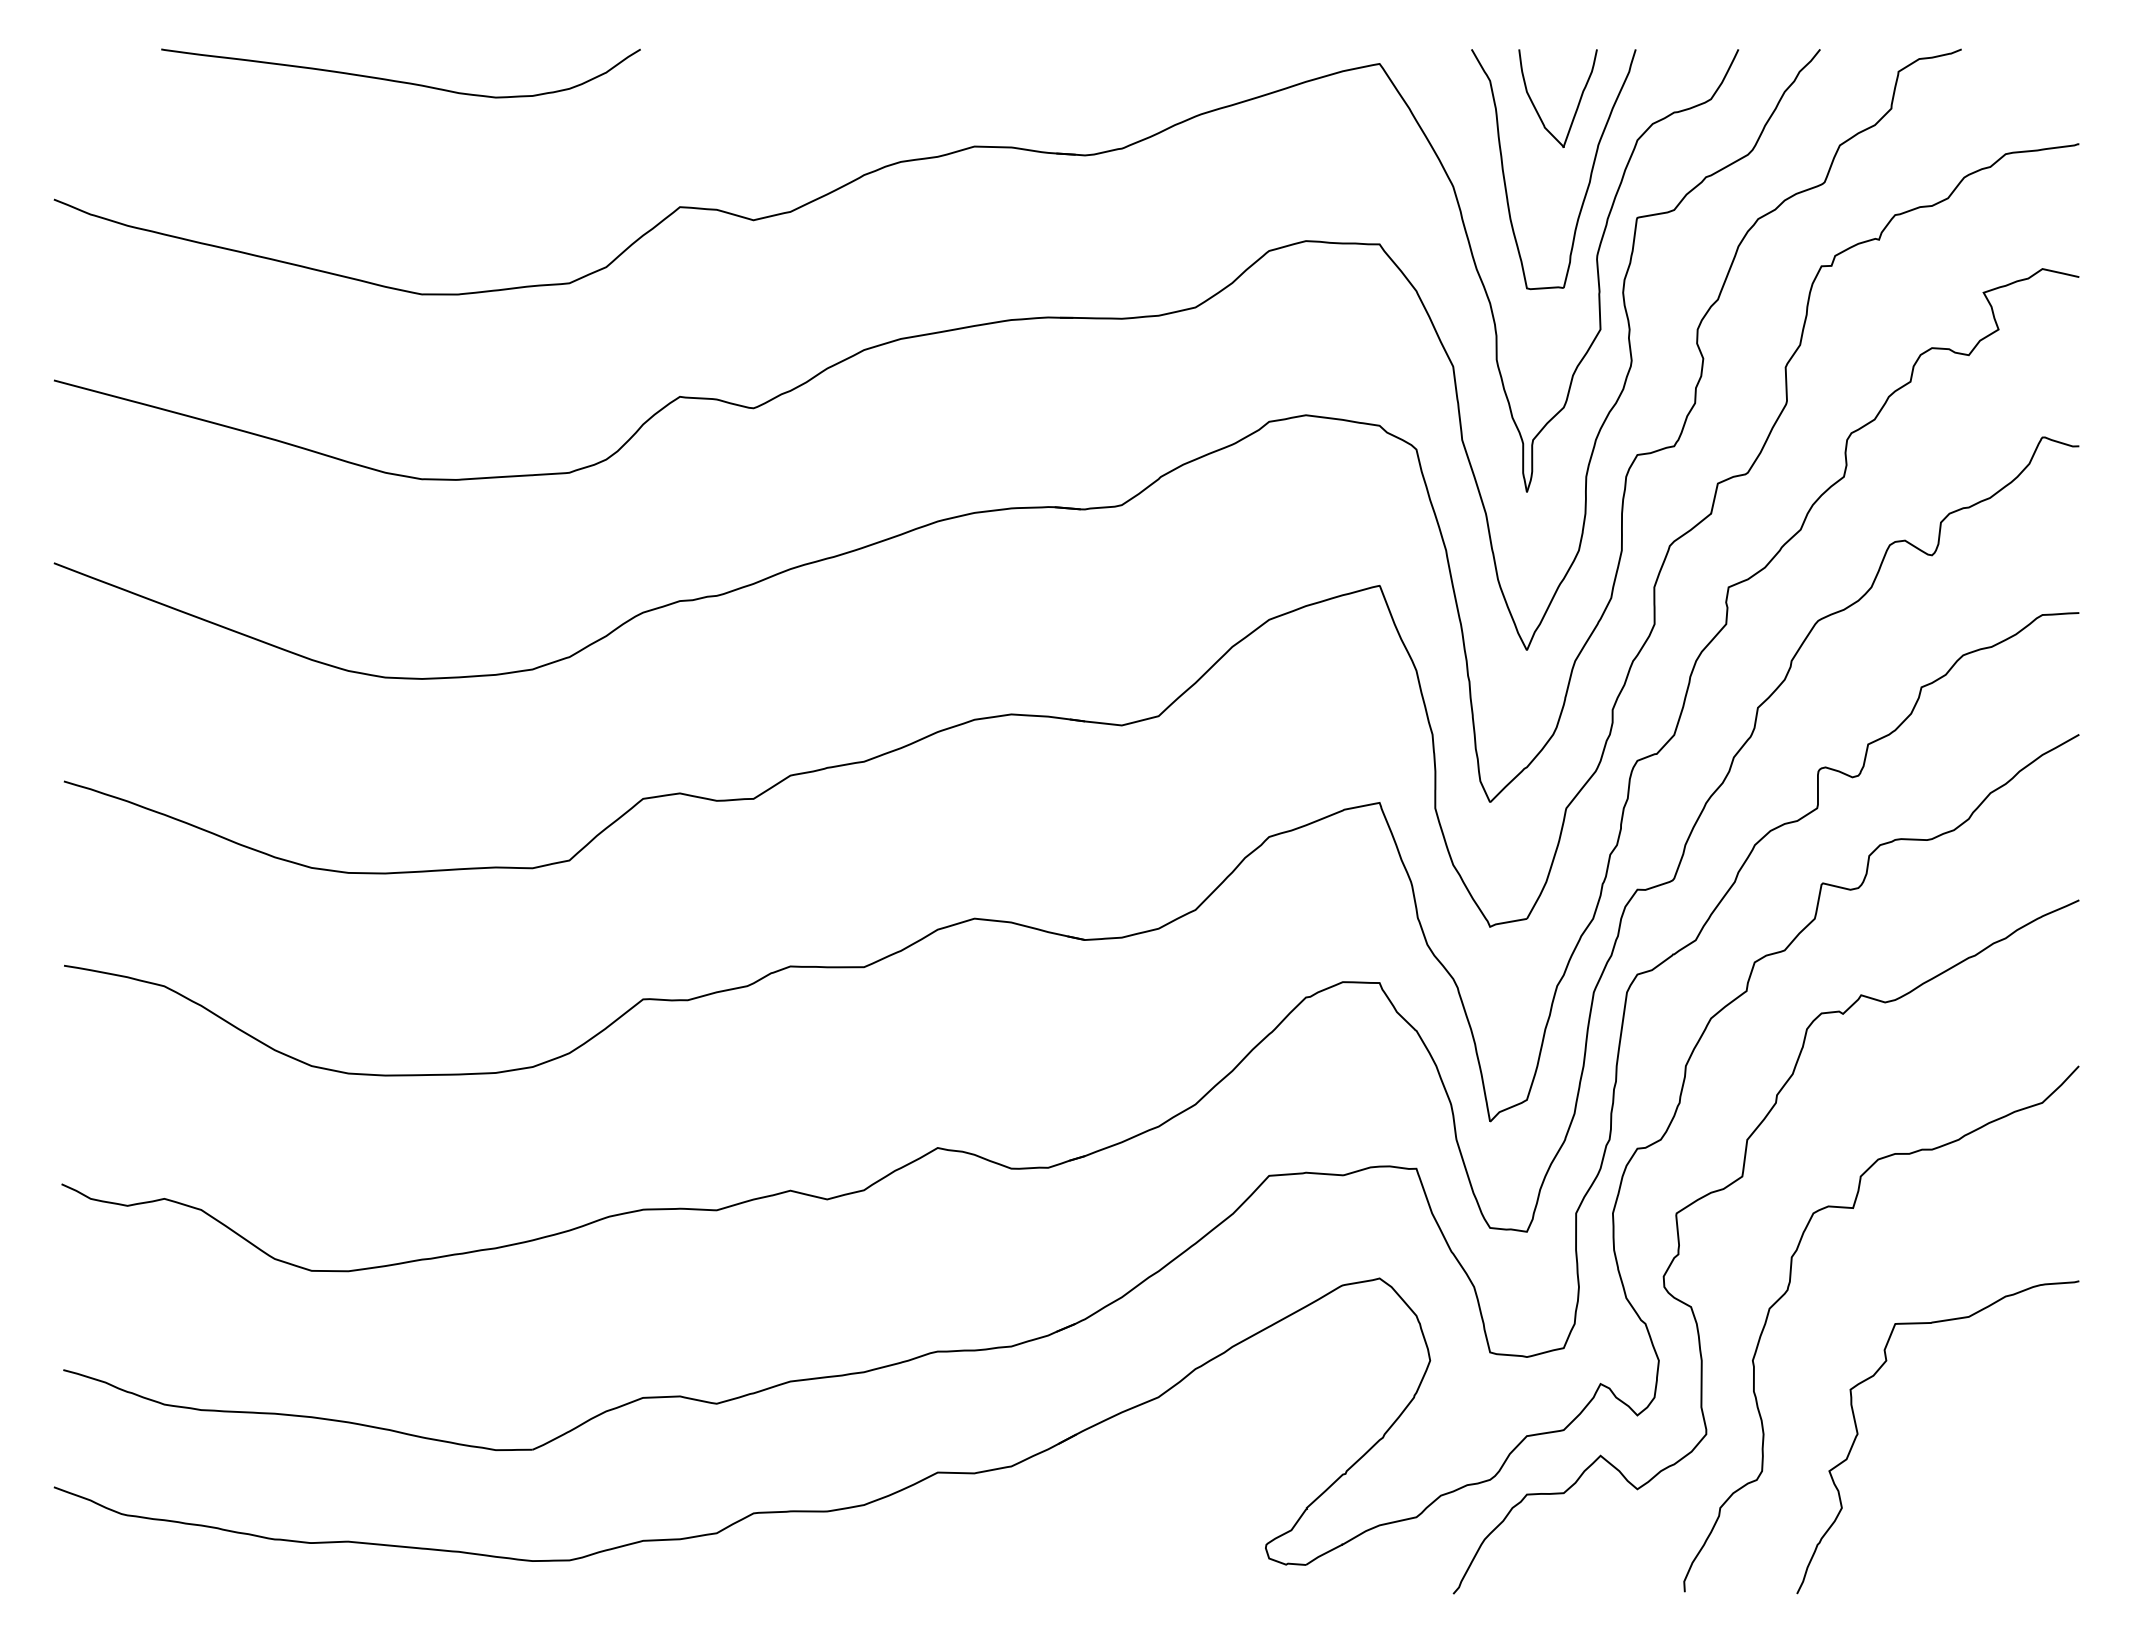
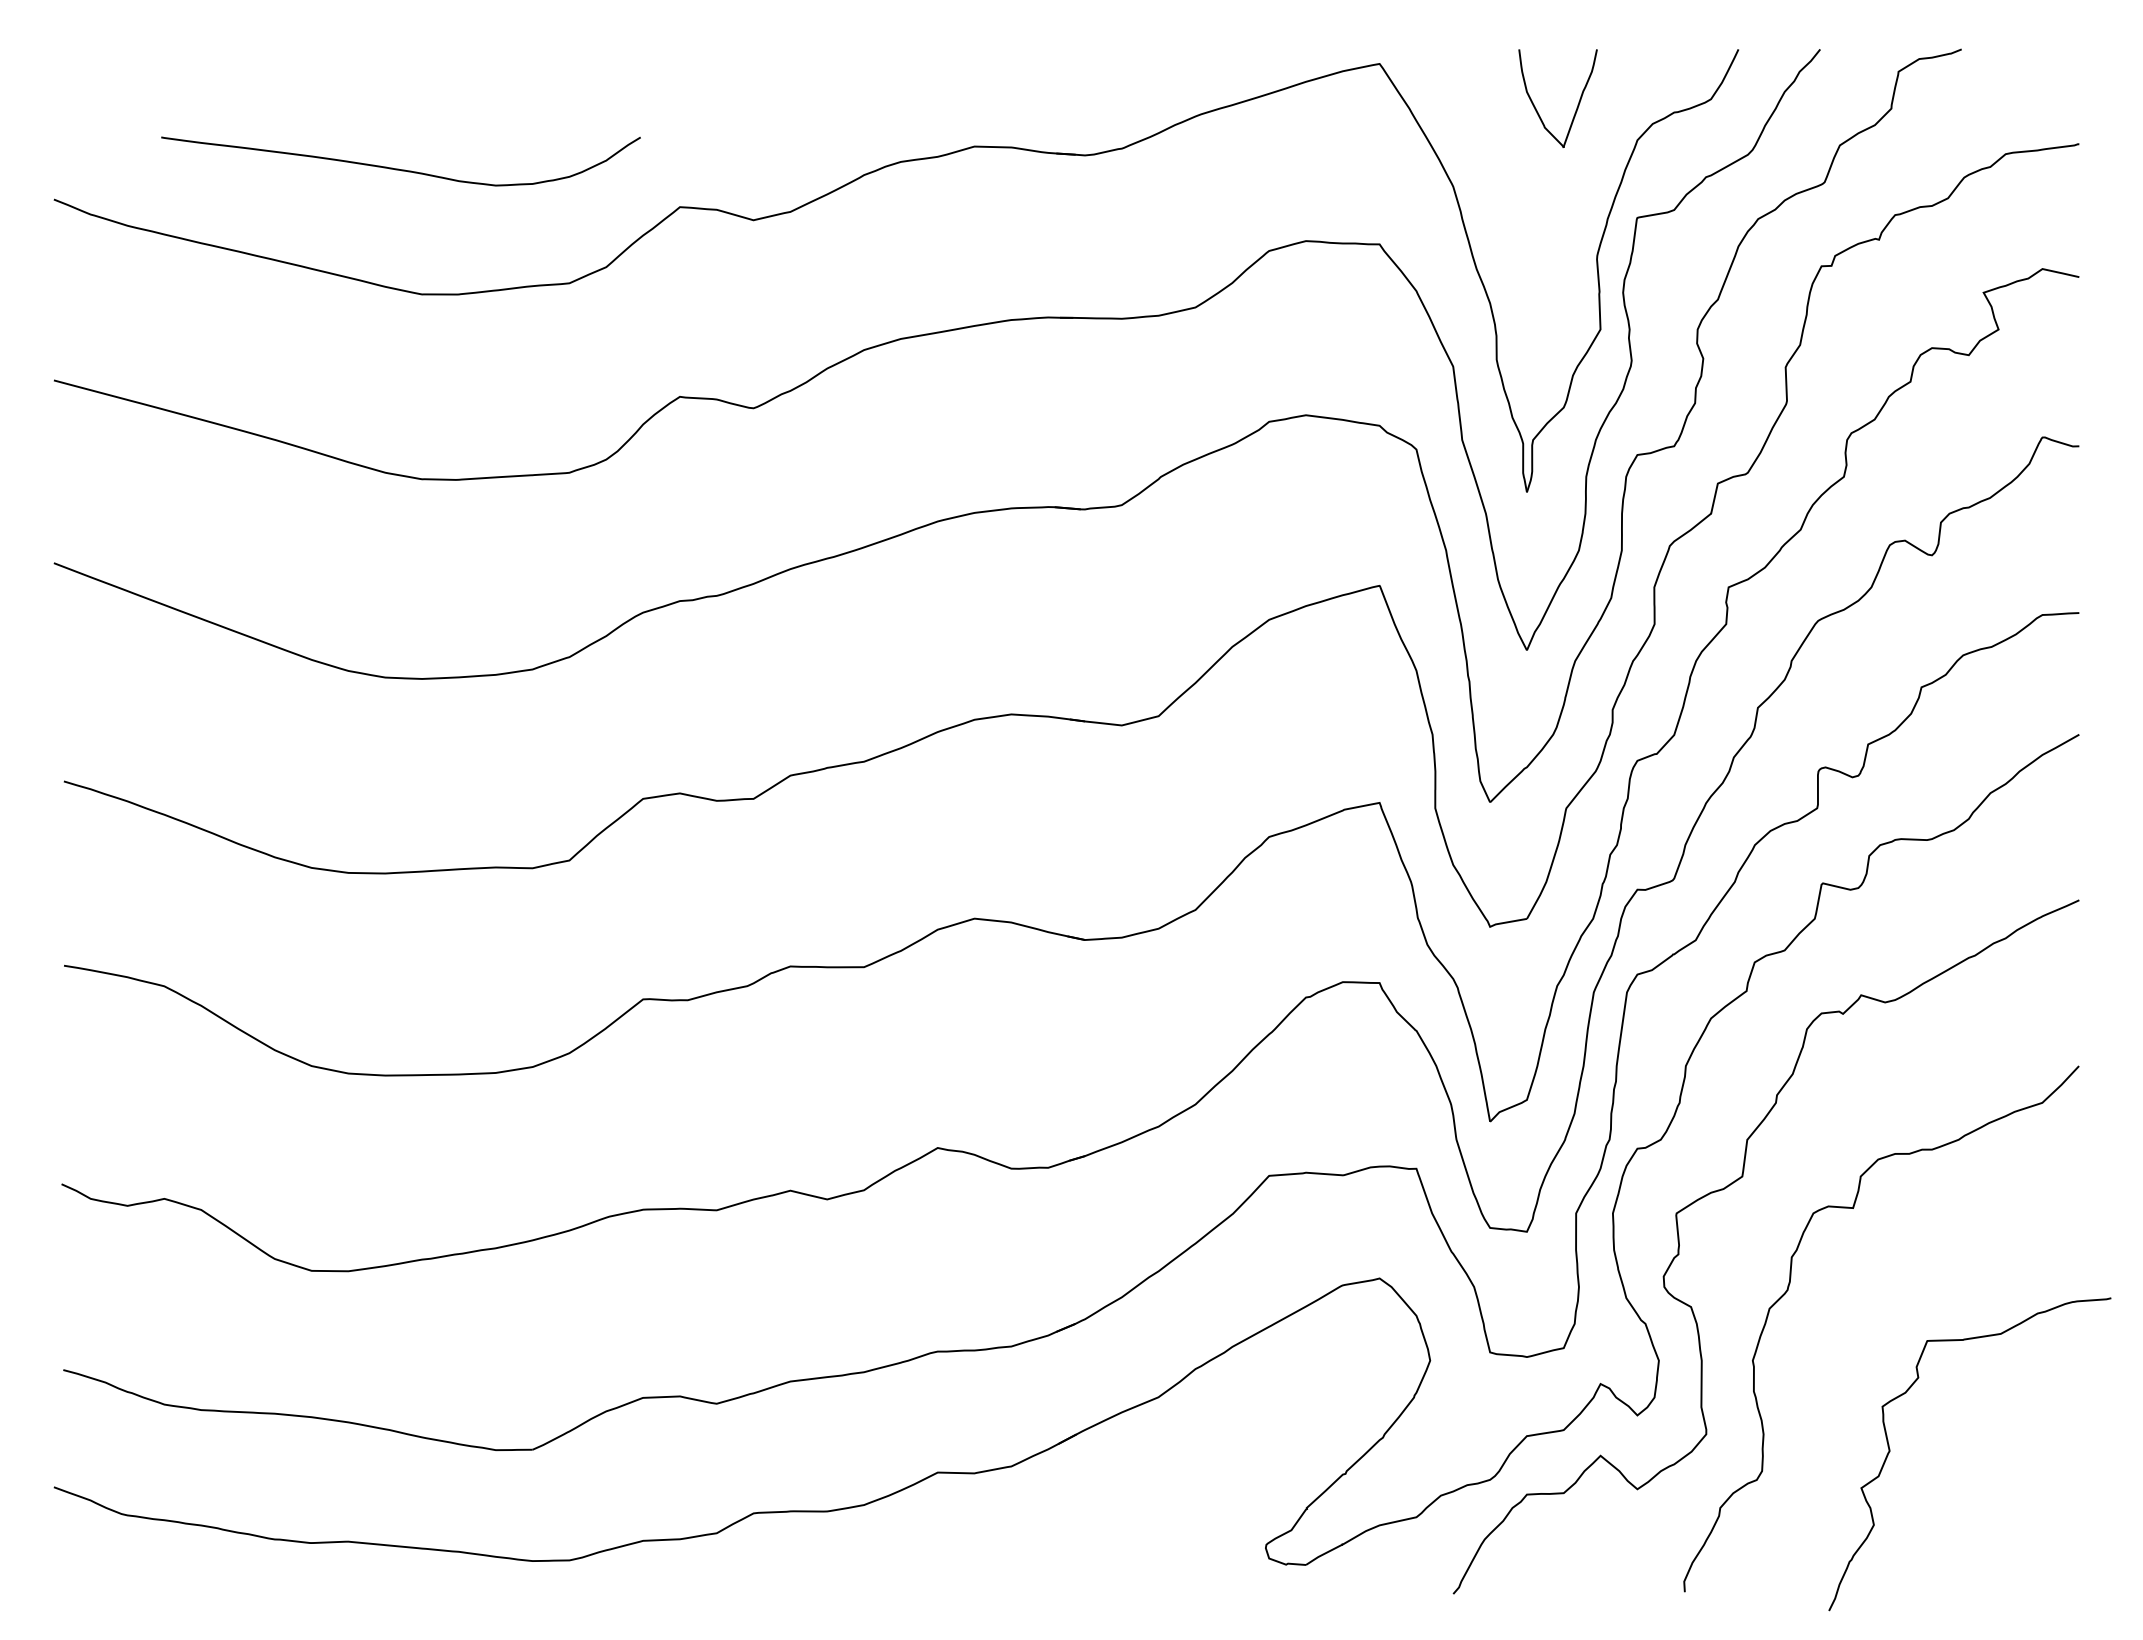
curve at (398, 80) position: (398, 80) -> (398, 168)
part at (1589, 177): present -> none
curve at (1858, 1434) position: (1858, 1434) -> (1890, 1451)
